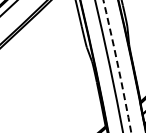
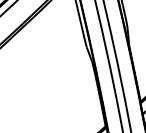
circle at (117, 66): dashed -> solid
